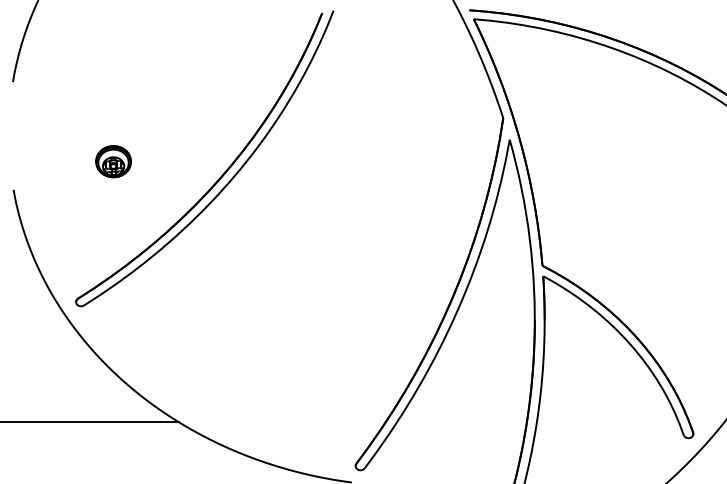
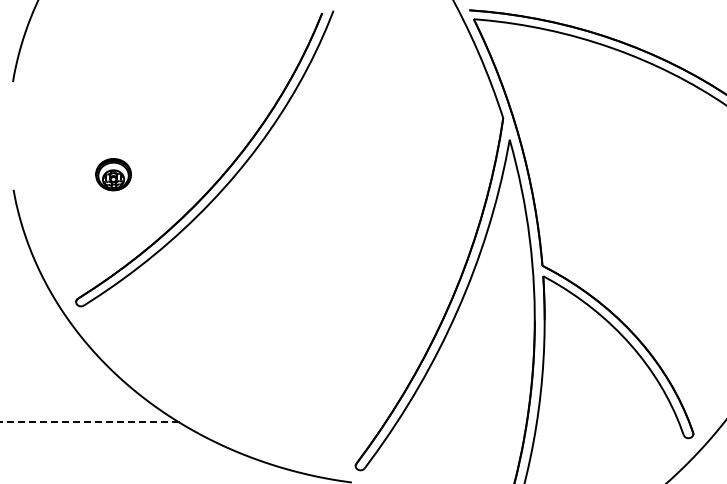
part at (113, 161) position: (113, 161) -> (113, 174)
line at (88, 422): solid -> dashed
